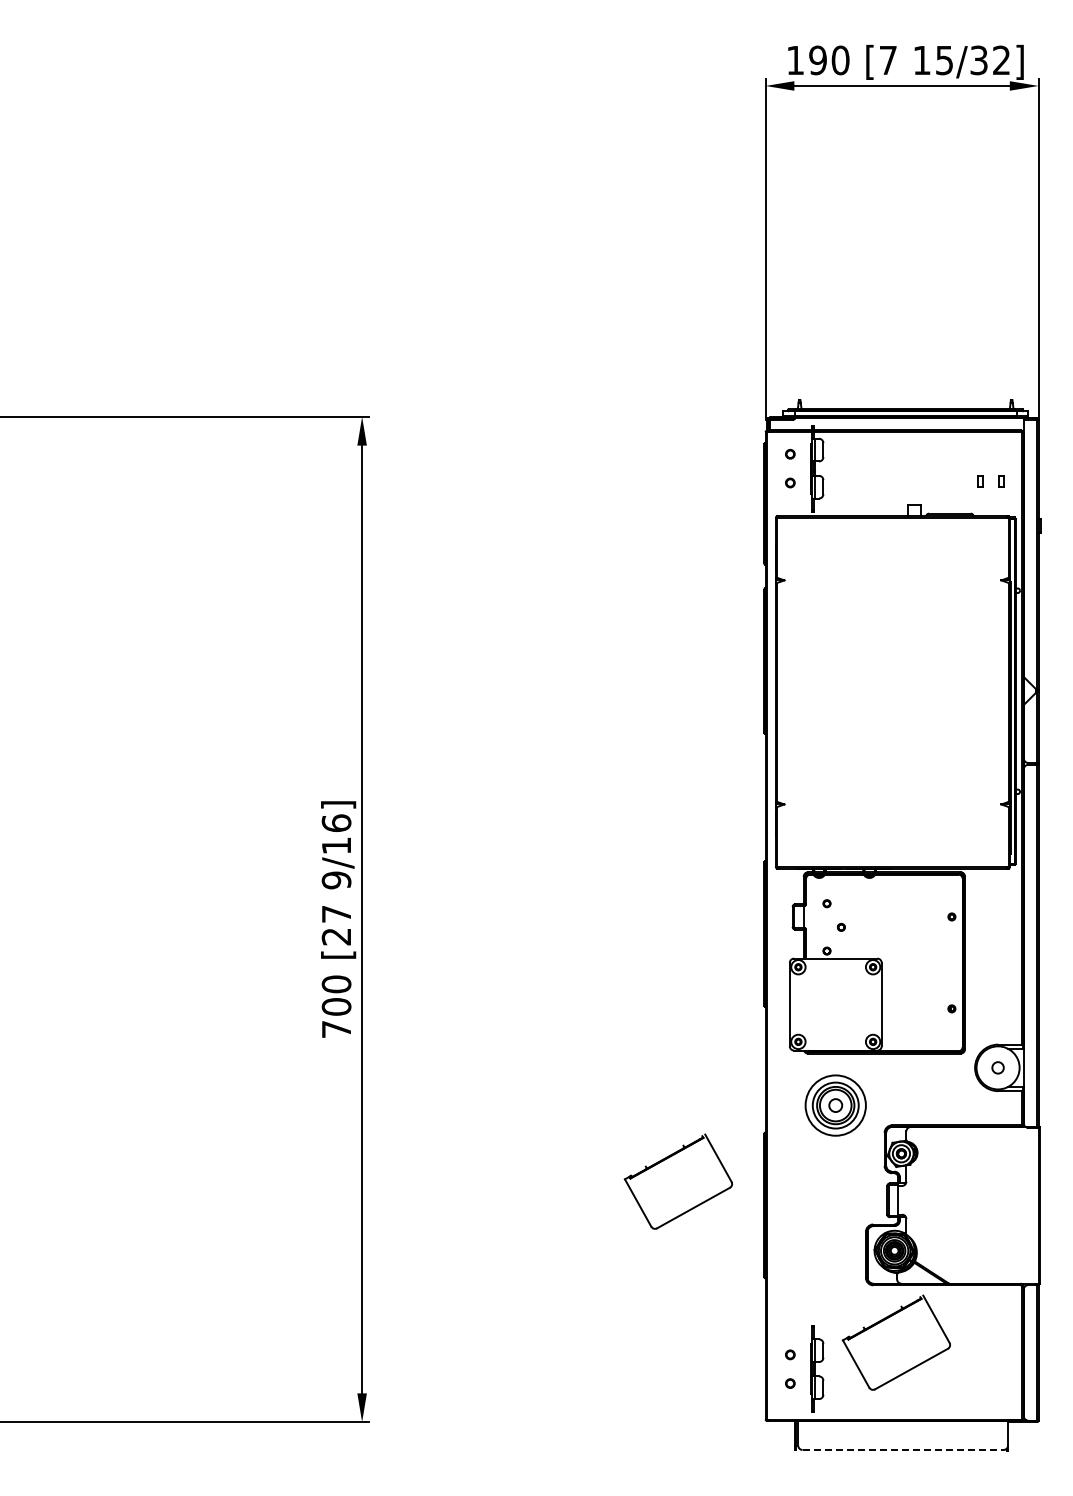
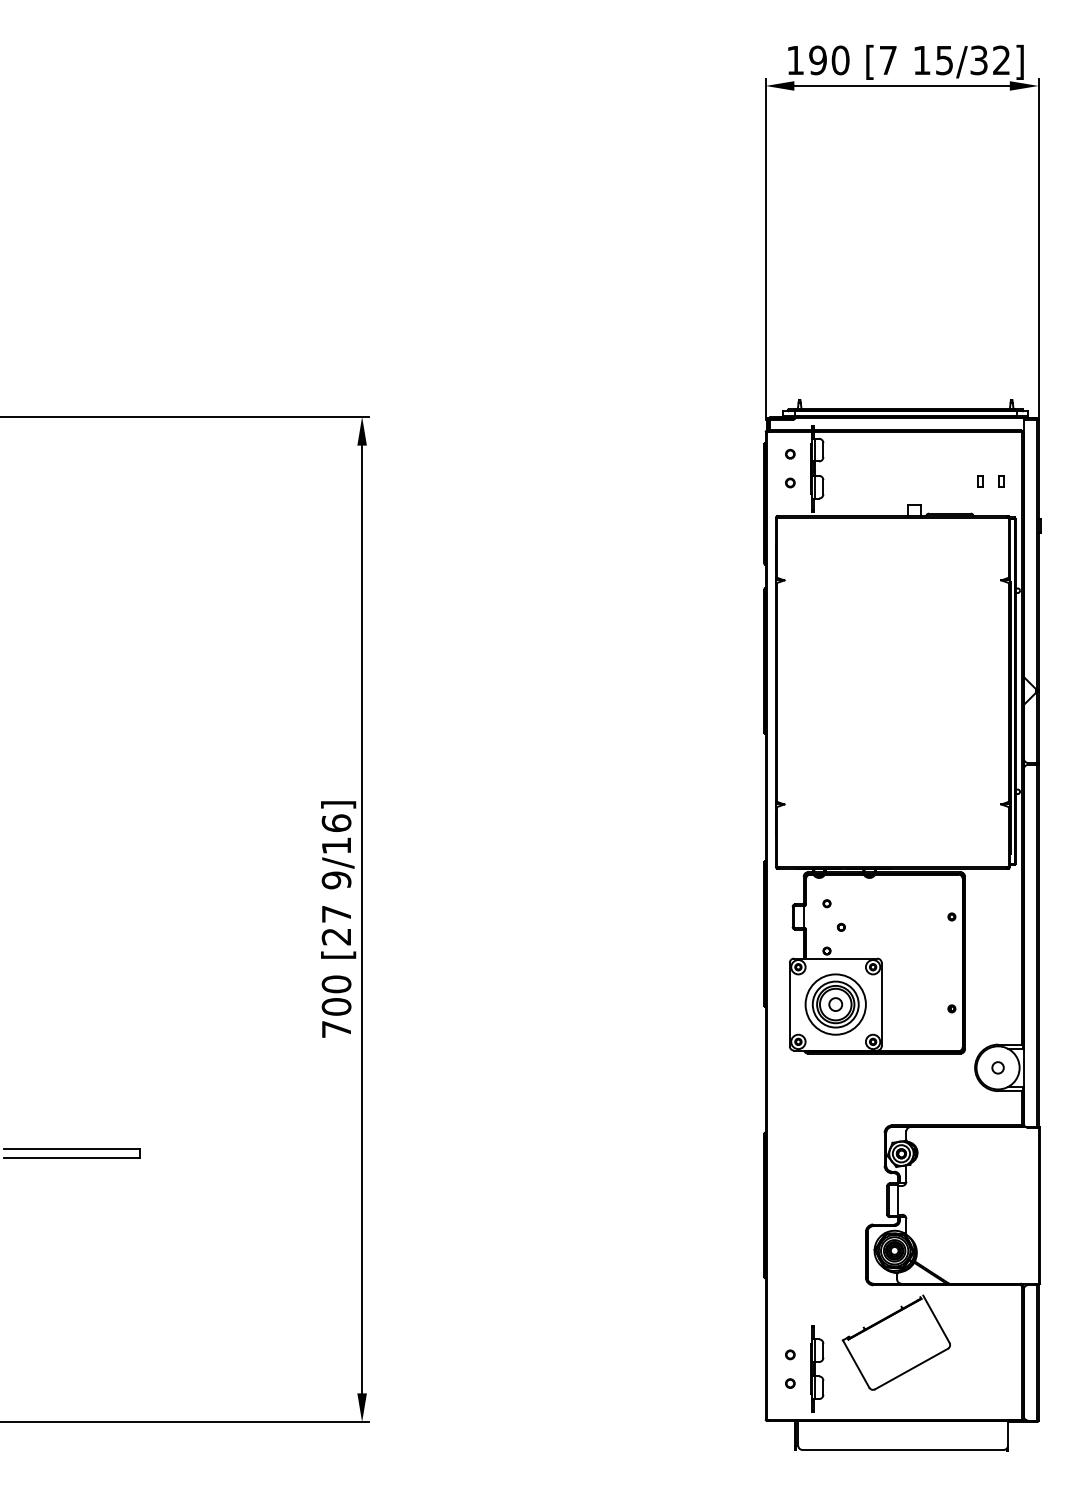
part at (835, 1105) position: (835, 1105) -> (835, 1004)
part at (71, 1153): none -> present
part at (677, 1181): present -> none
line at (903, 1449): dashed -> solid
